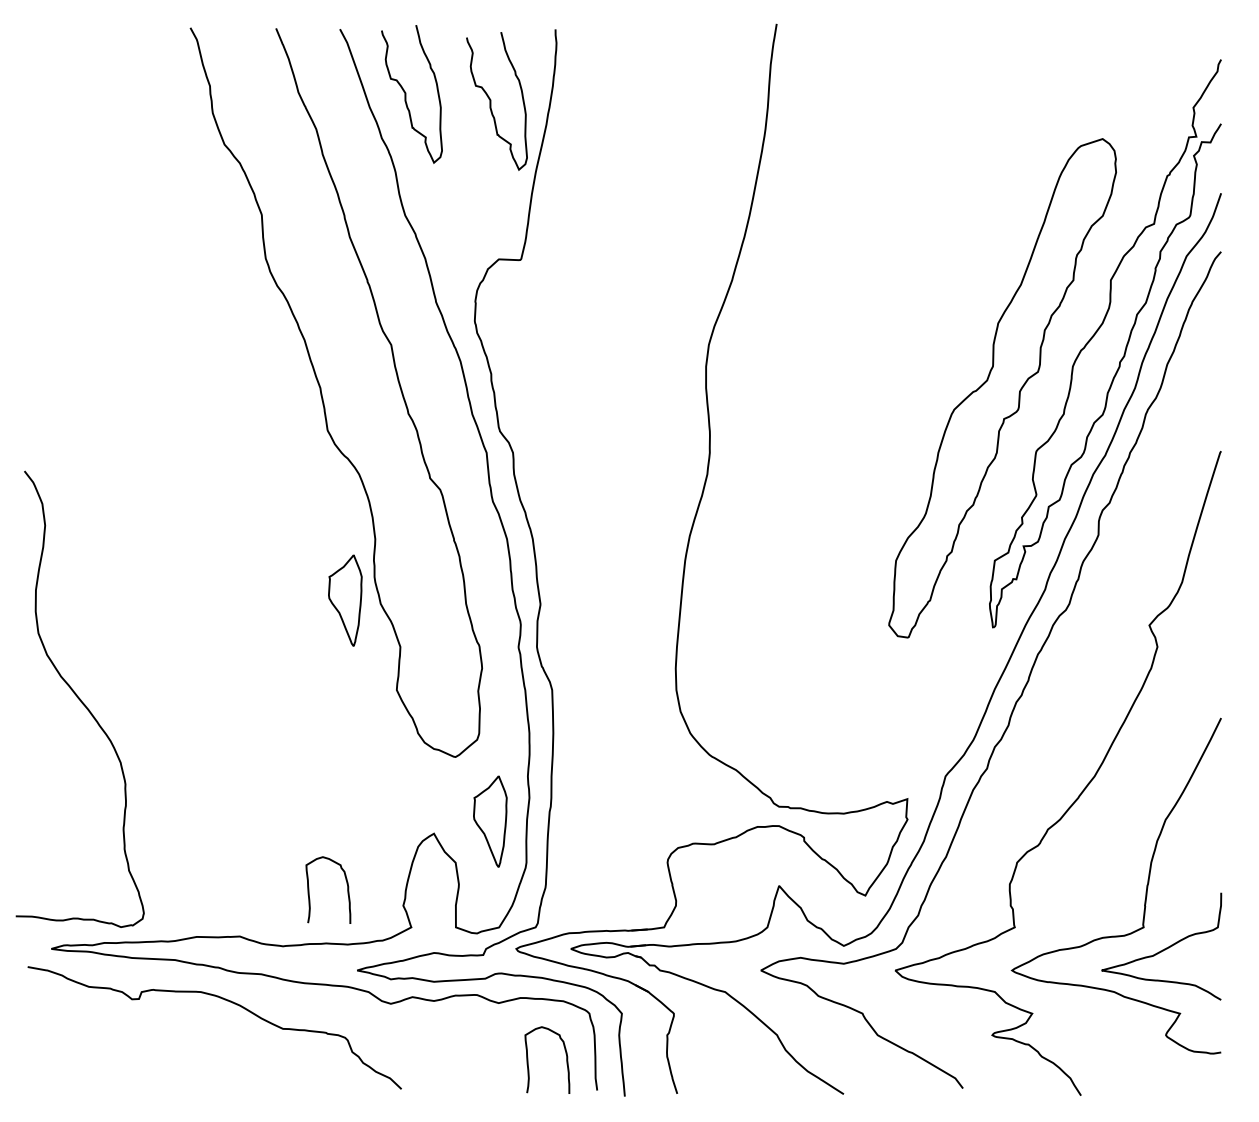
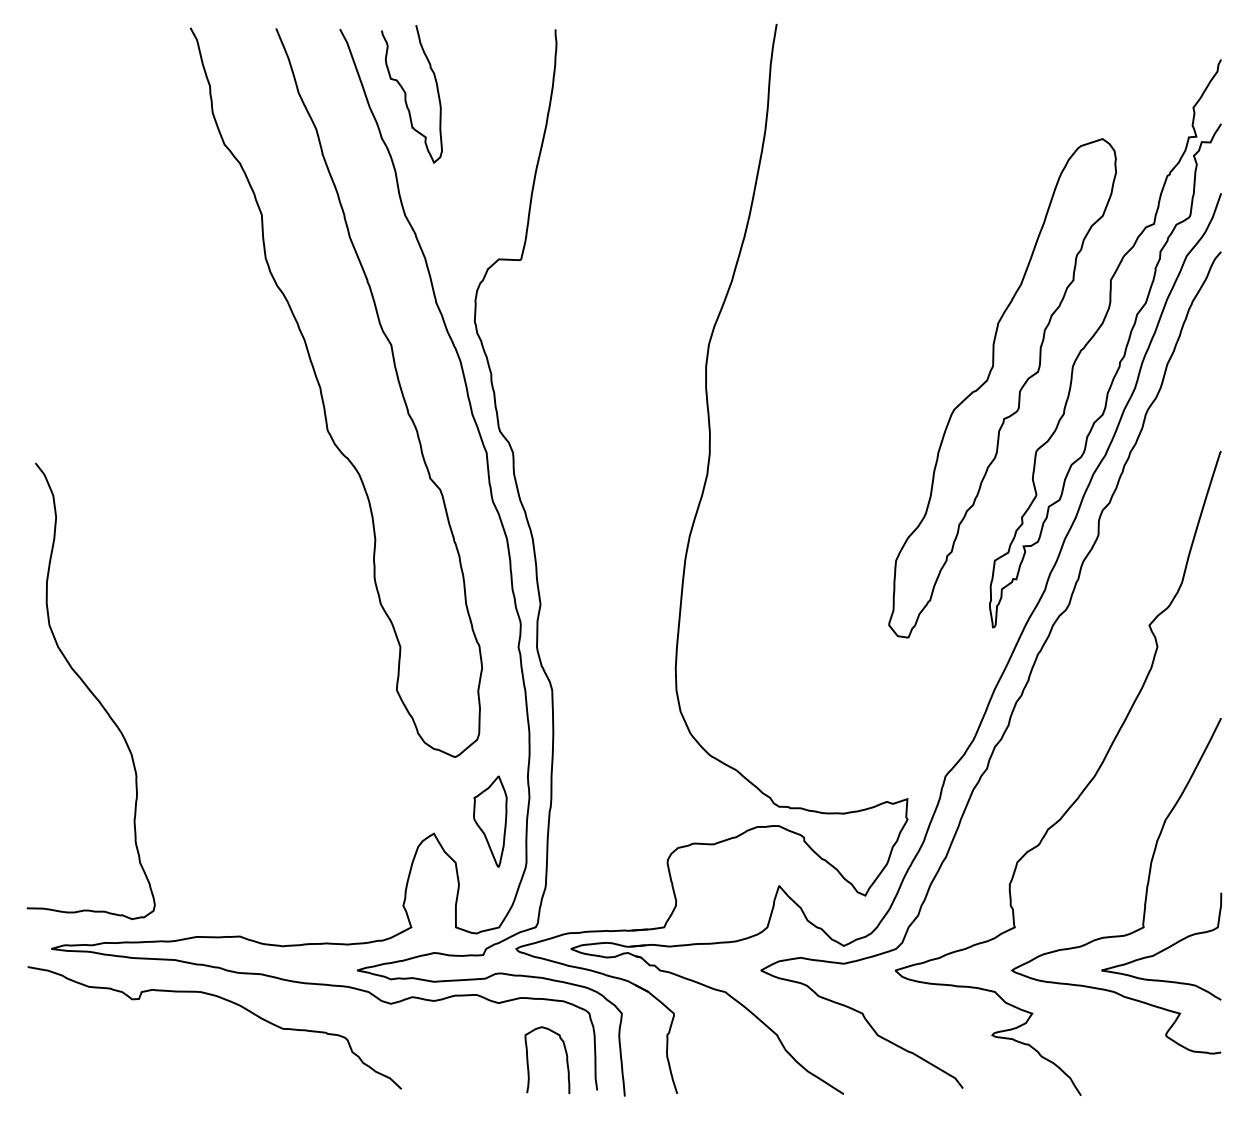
curve at (491, 101): present -> none
part at (345, 600): present -> none
curve at (79, 698) position: (79, 698) -> (90, 690)
curve at (346, 884): present -> none
